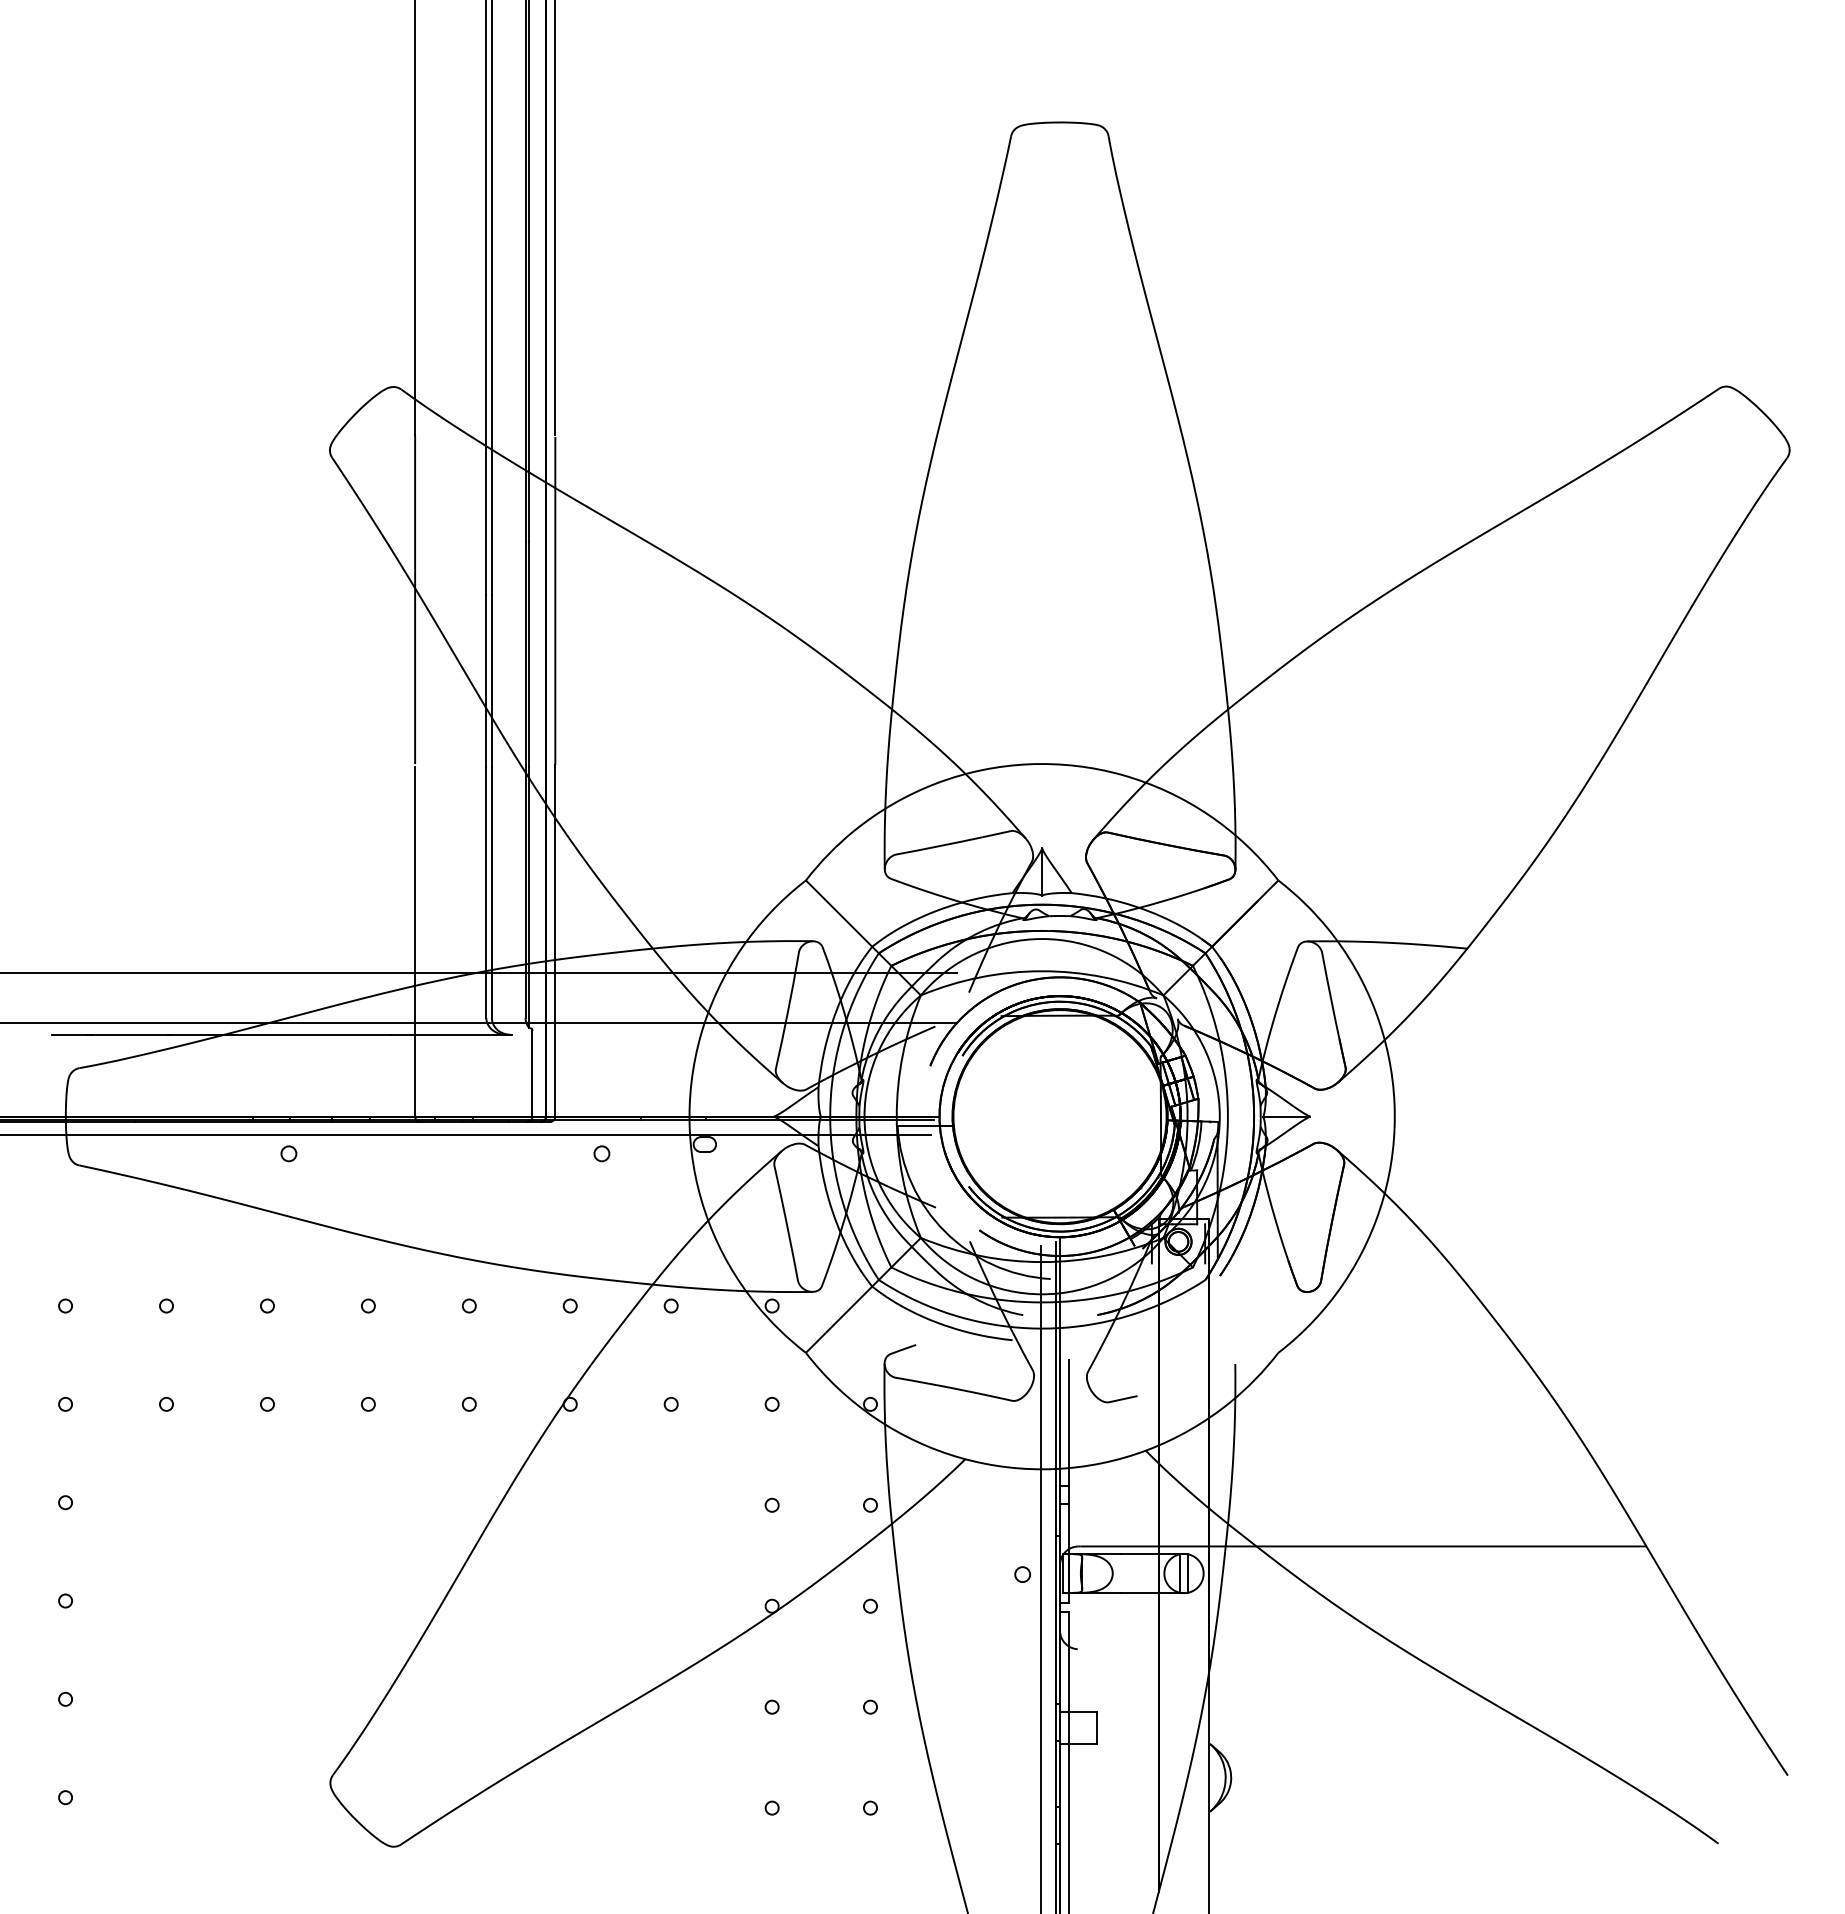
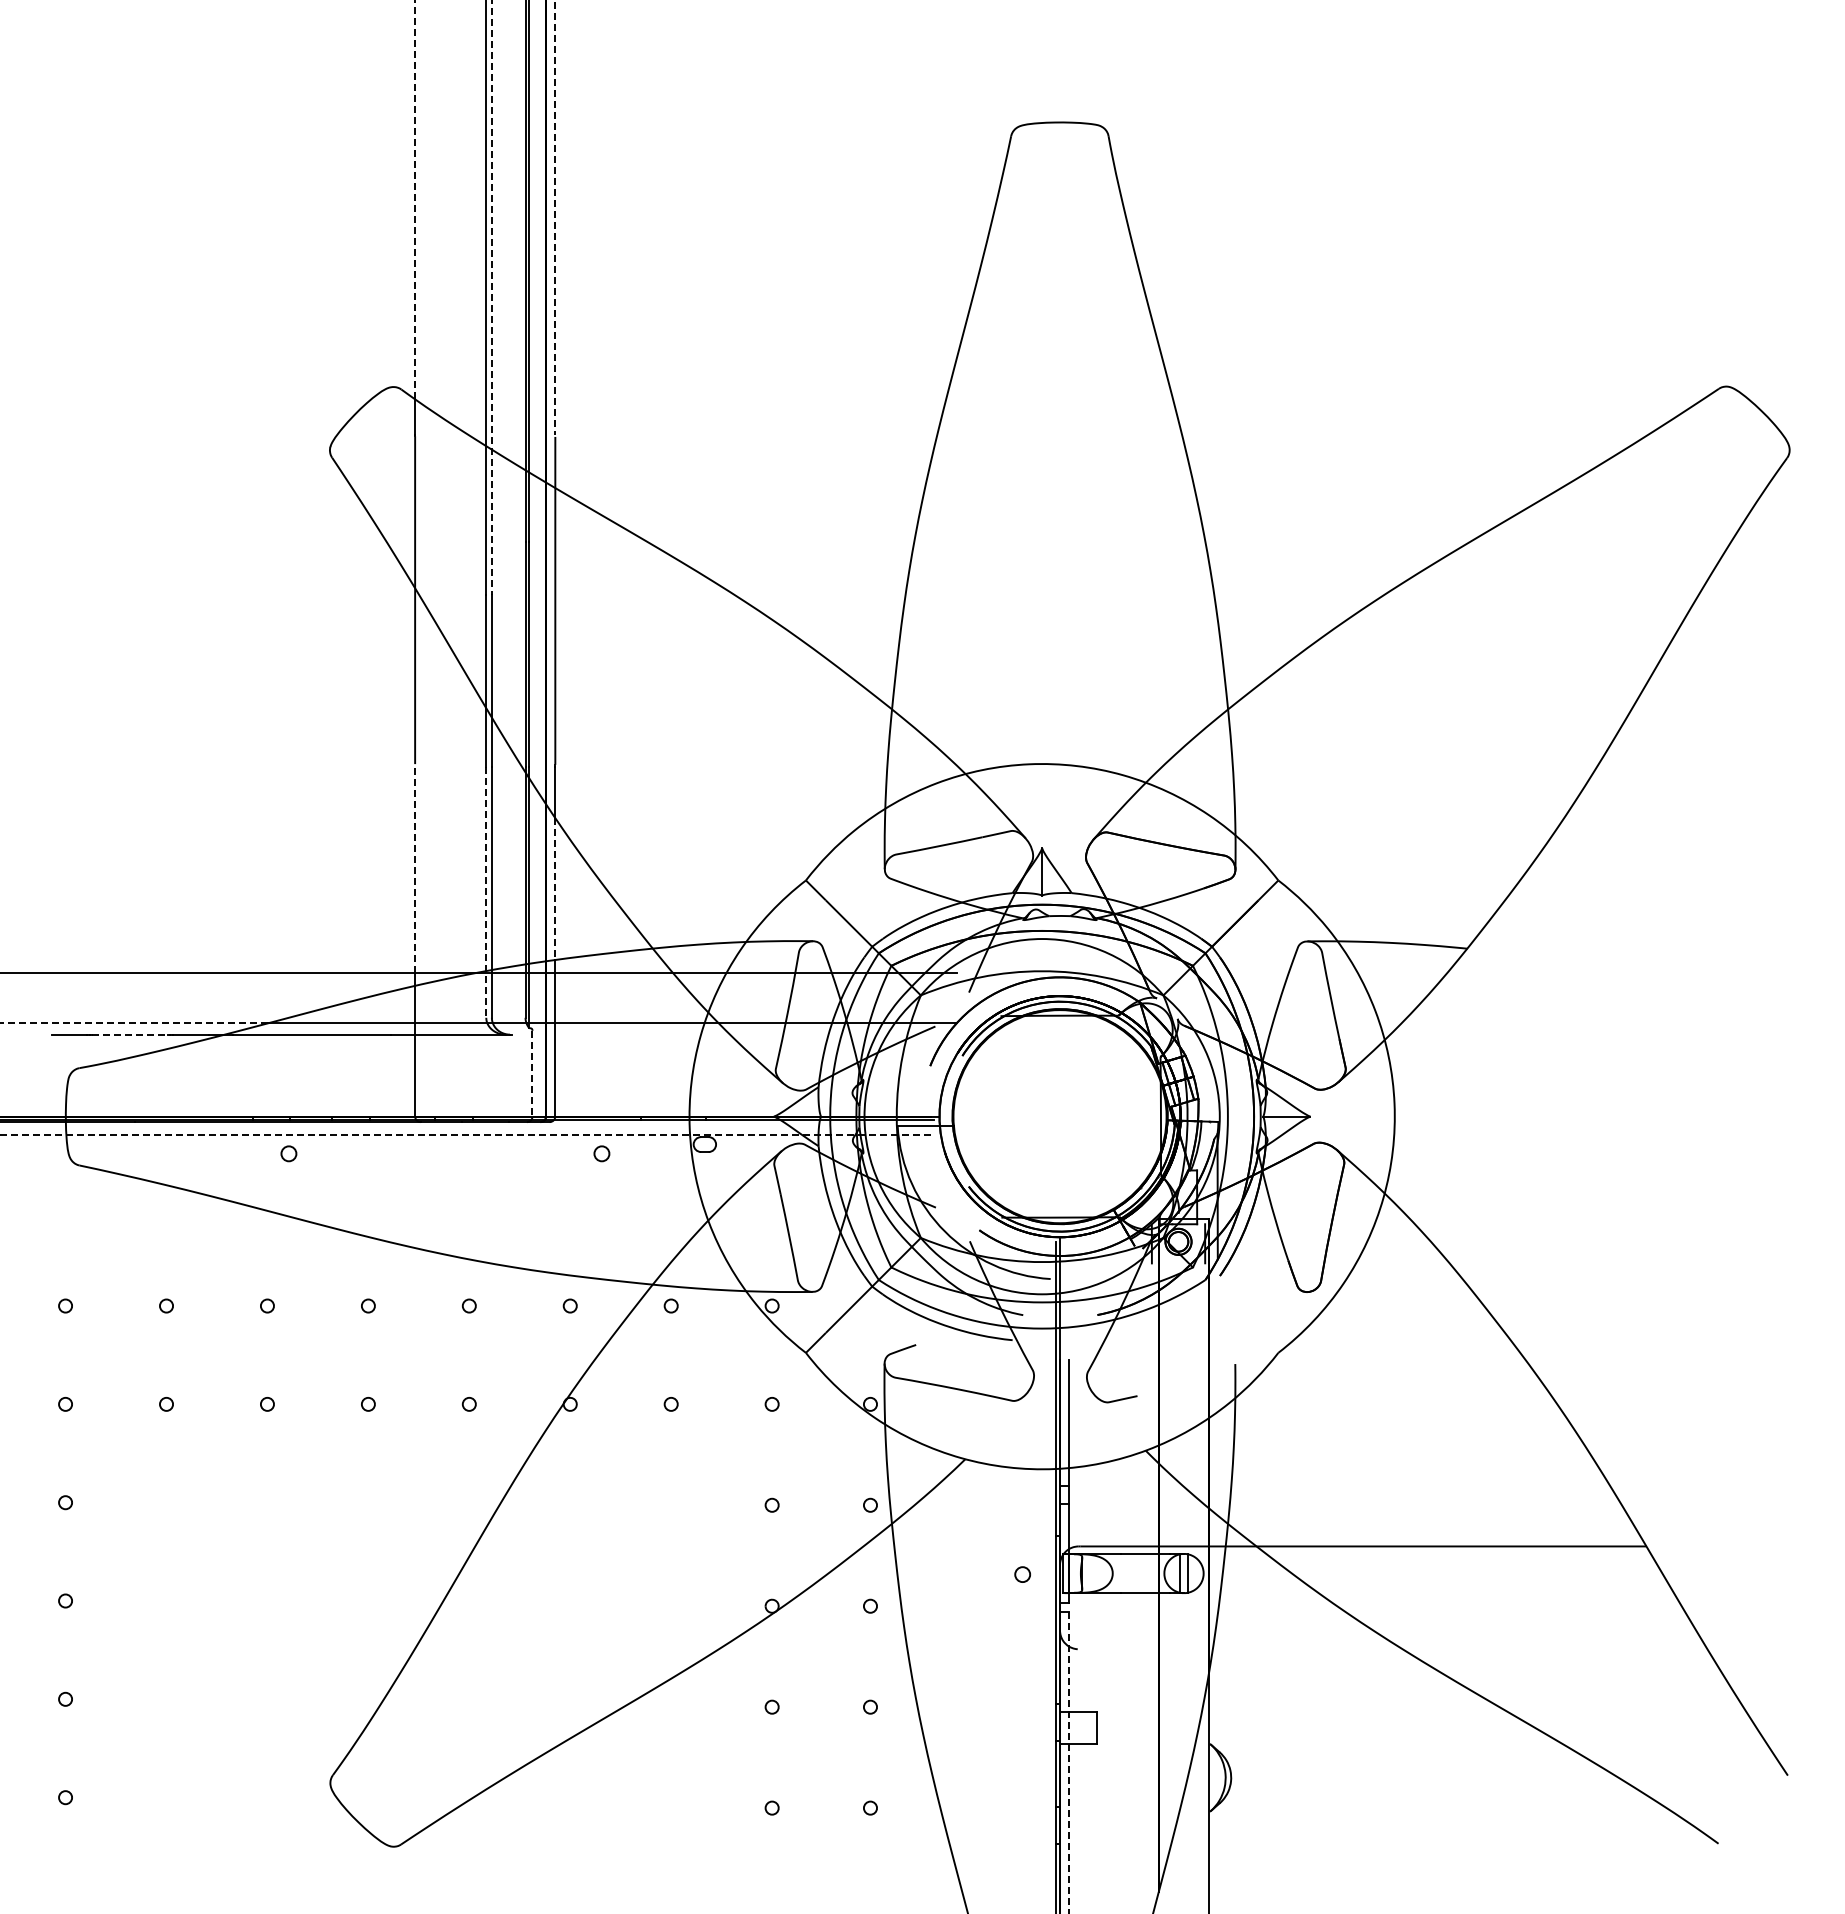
line at (415, 199): solid -> dashed
line at (555, 217): solid -> dashed
line at (491, 298): solid -> dashed
line at (415, 869): solid -> dashed
line at (555, 889): solid -> dashed
line at (486, 892): solid -> dashed
line at (133, 1023): solid -> dashed
line at (130, 1034): solid -> dashed
line at (532, 1073): solid -> dashed
line at (466, 1135): solid -> dashed
line at (1041, 1577): present -> none
line at (1069, 1762): solid -> dashed
